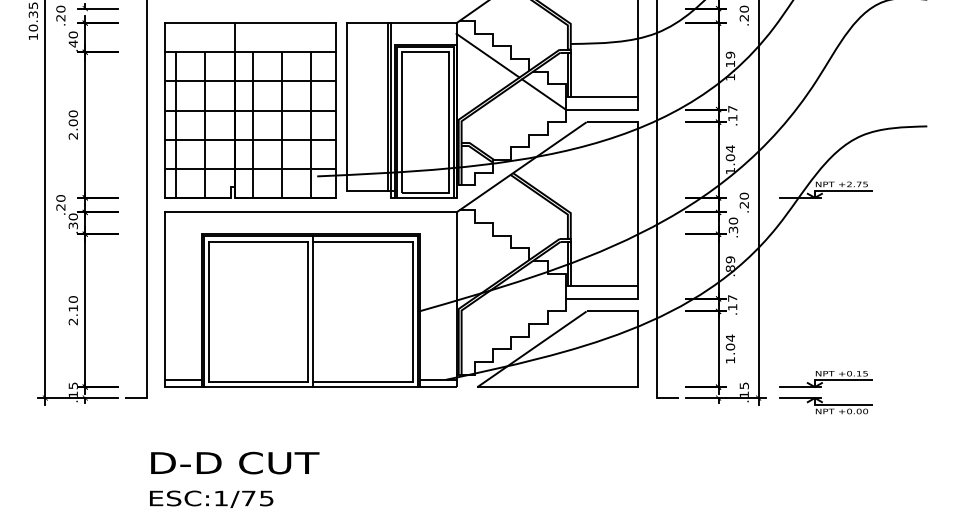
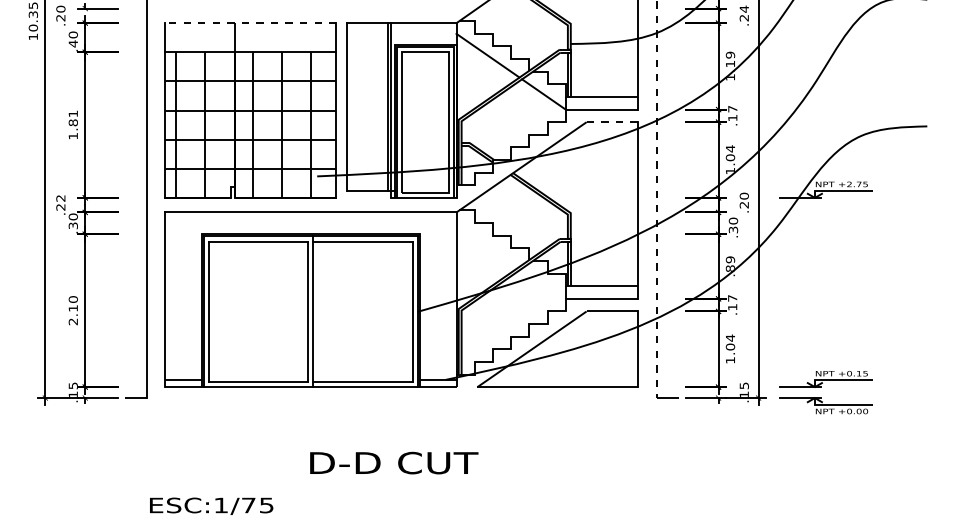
text at (743, 8): .20 -> .24
line at (250, 23): solid -> dashed
line at (612, 122): solid -> dashed
text at (72, 124): 2.00 -> 1.81
text at (60, 198): .20 -> .22
line at (656, 199): solid -> dashed
text at (235, 462) position: (235, 462) -> (394, 462)
text at (211, 498) position: (211, 498) -> (211, 505)
